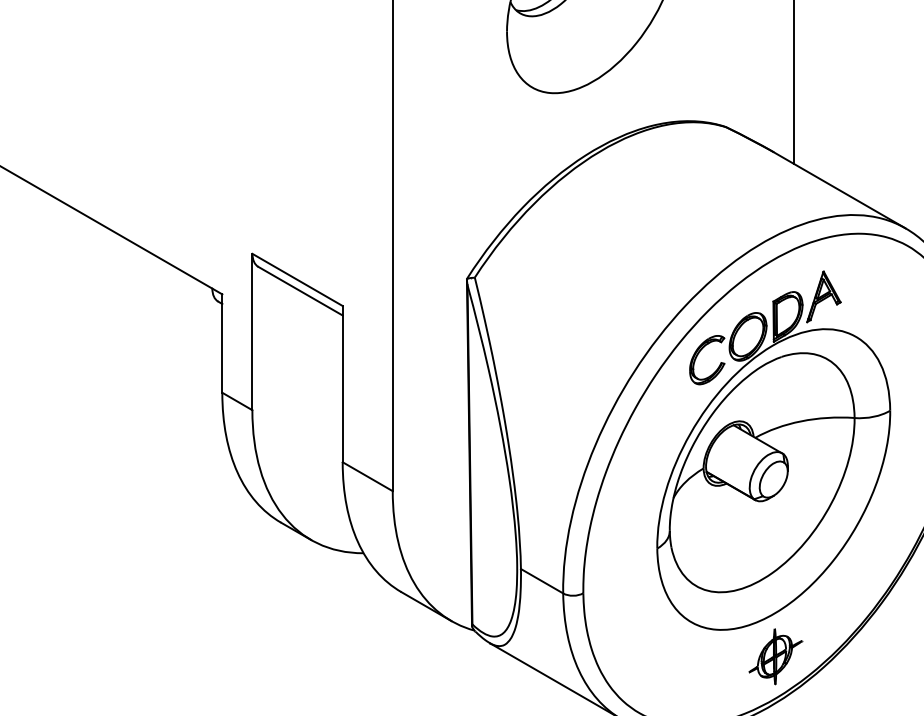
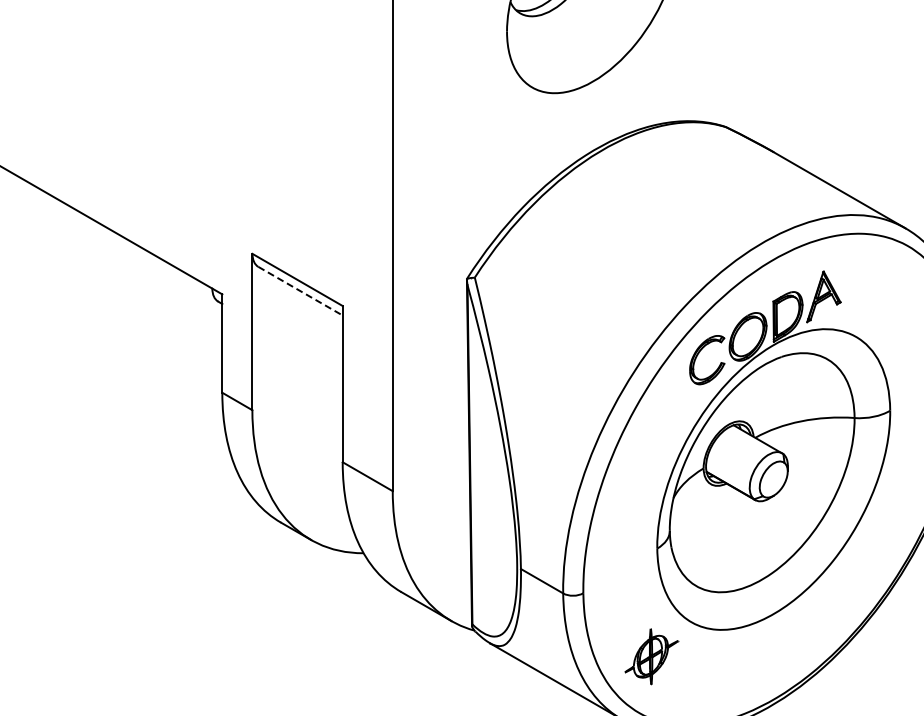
line at (793, 82): present -> none
line at (300, 291): solid -> dashed
part at (775, 656) position: (775, 656) -> (651, 656)
